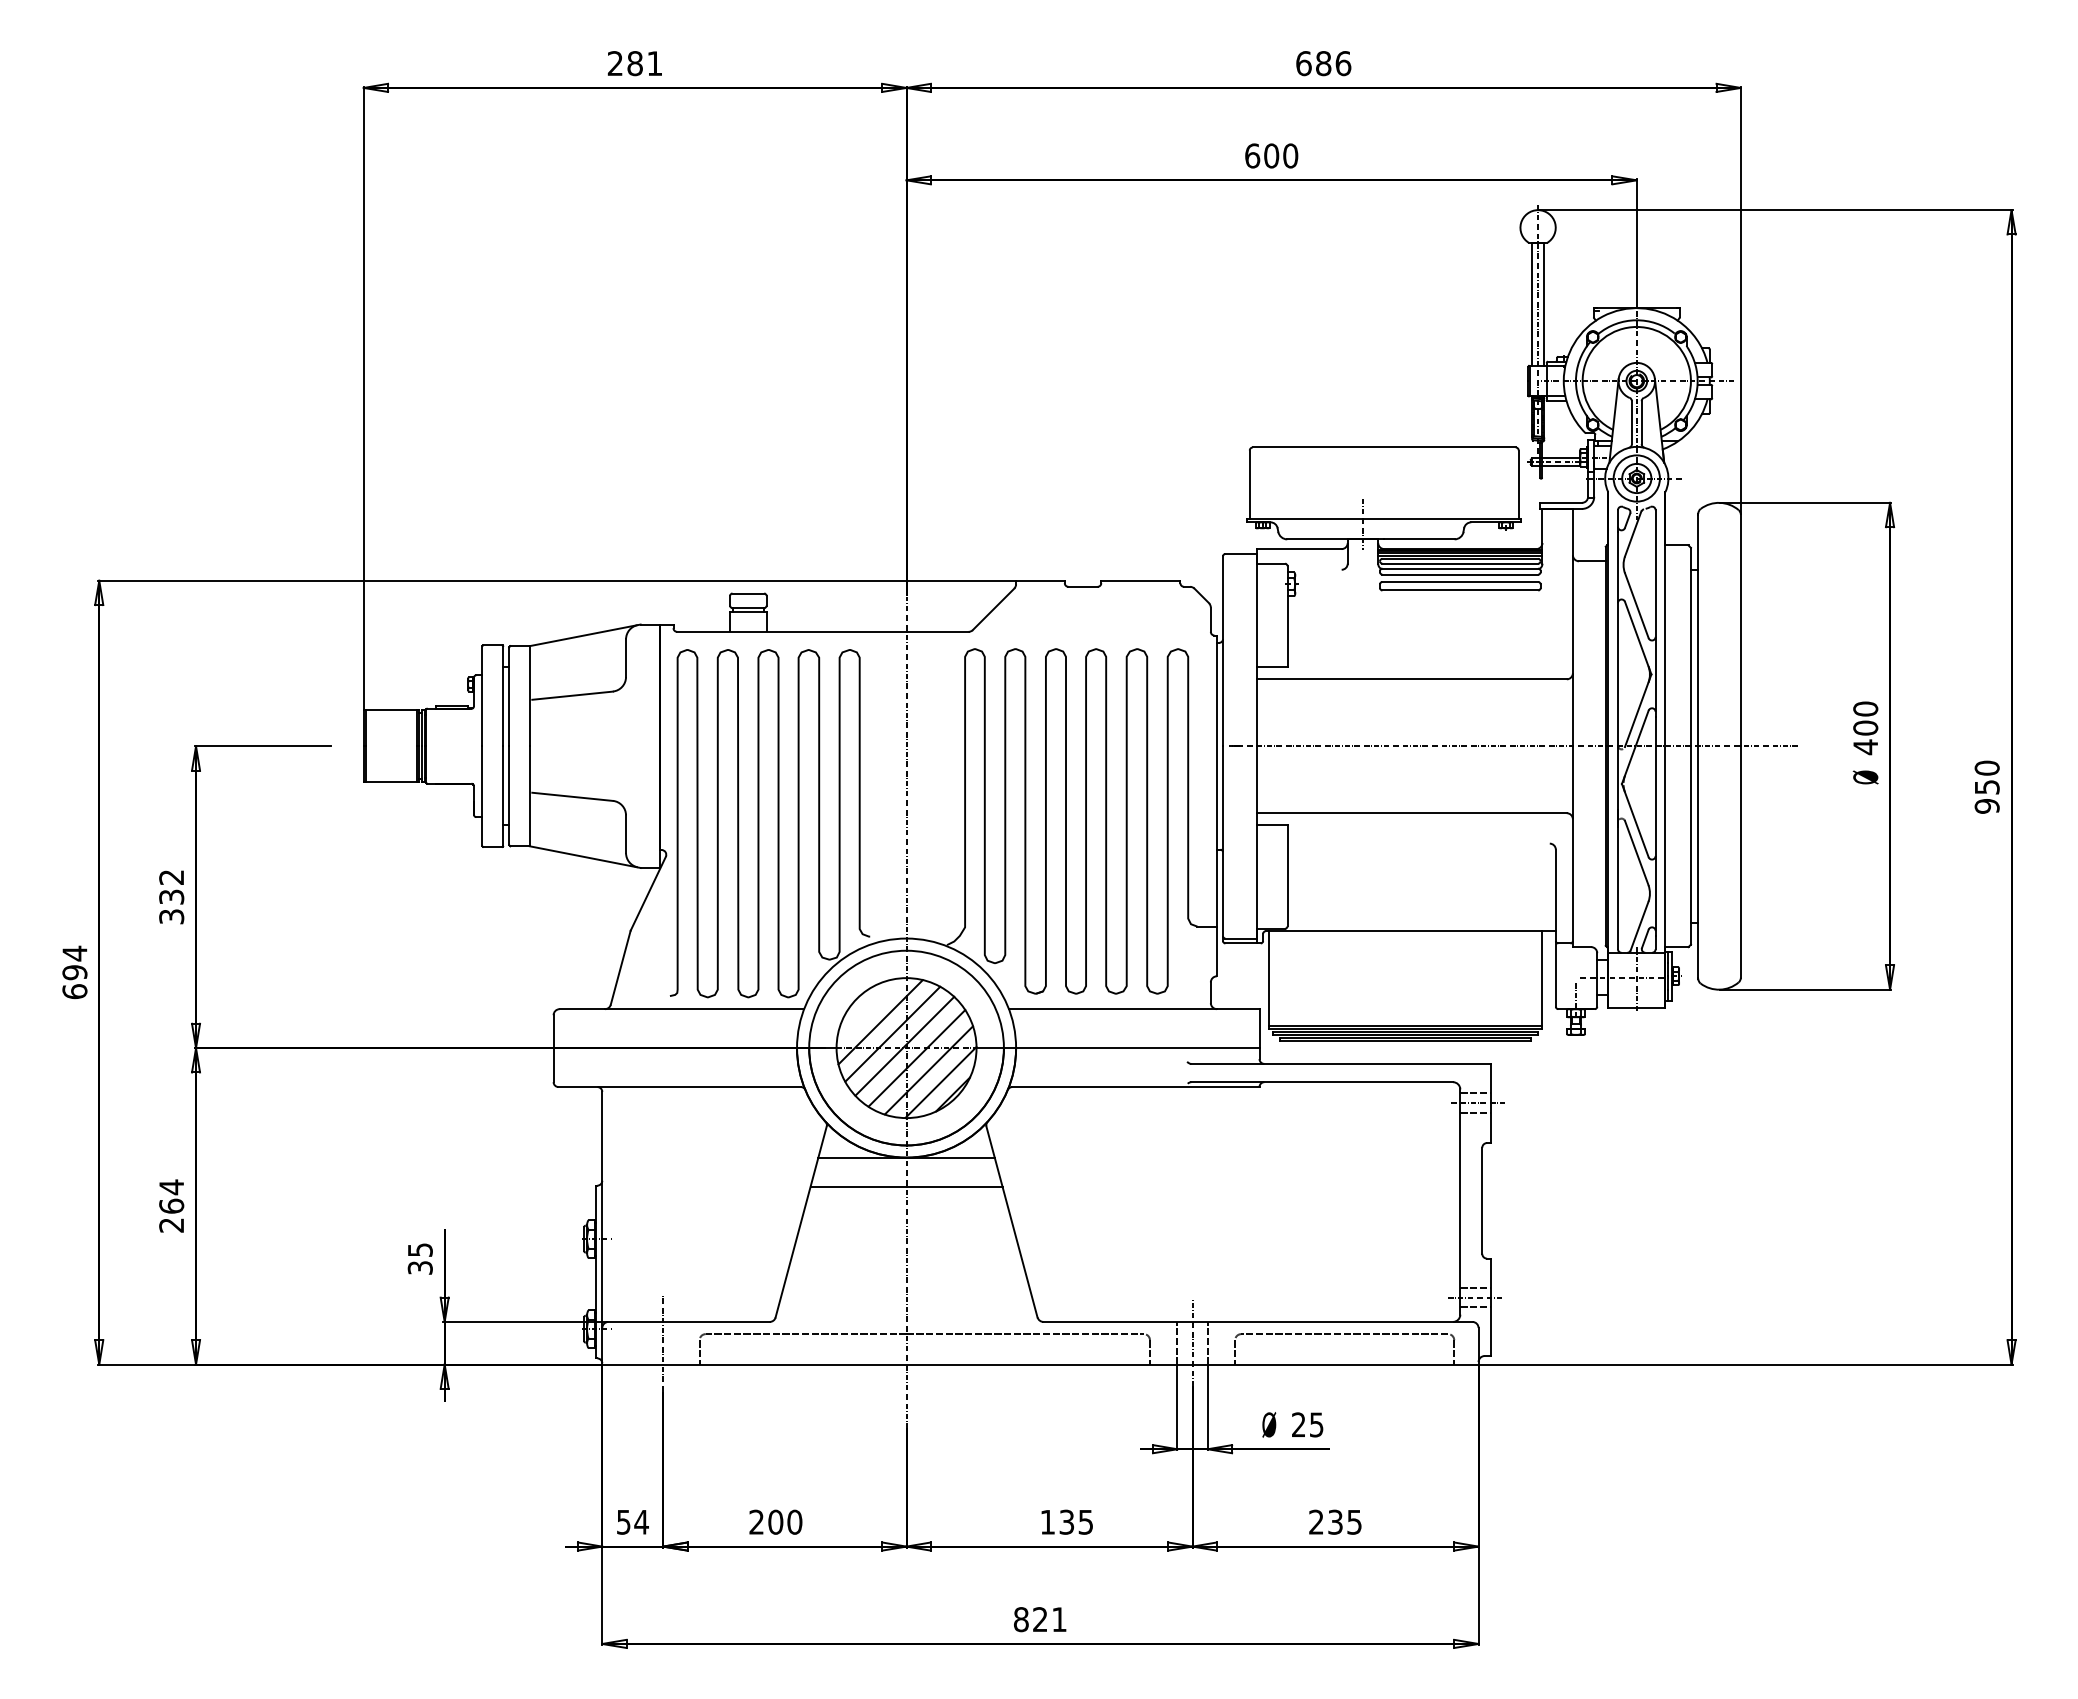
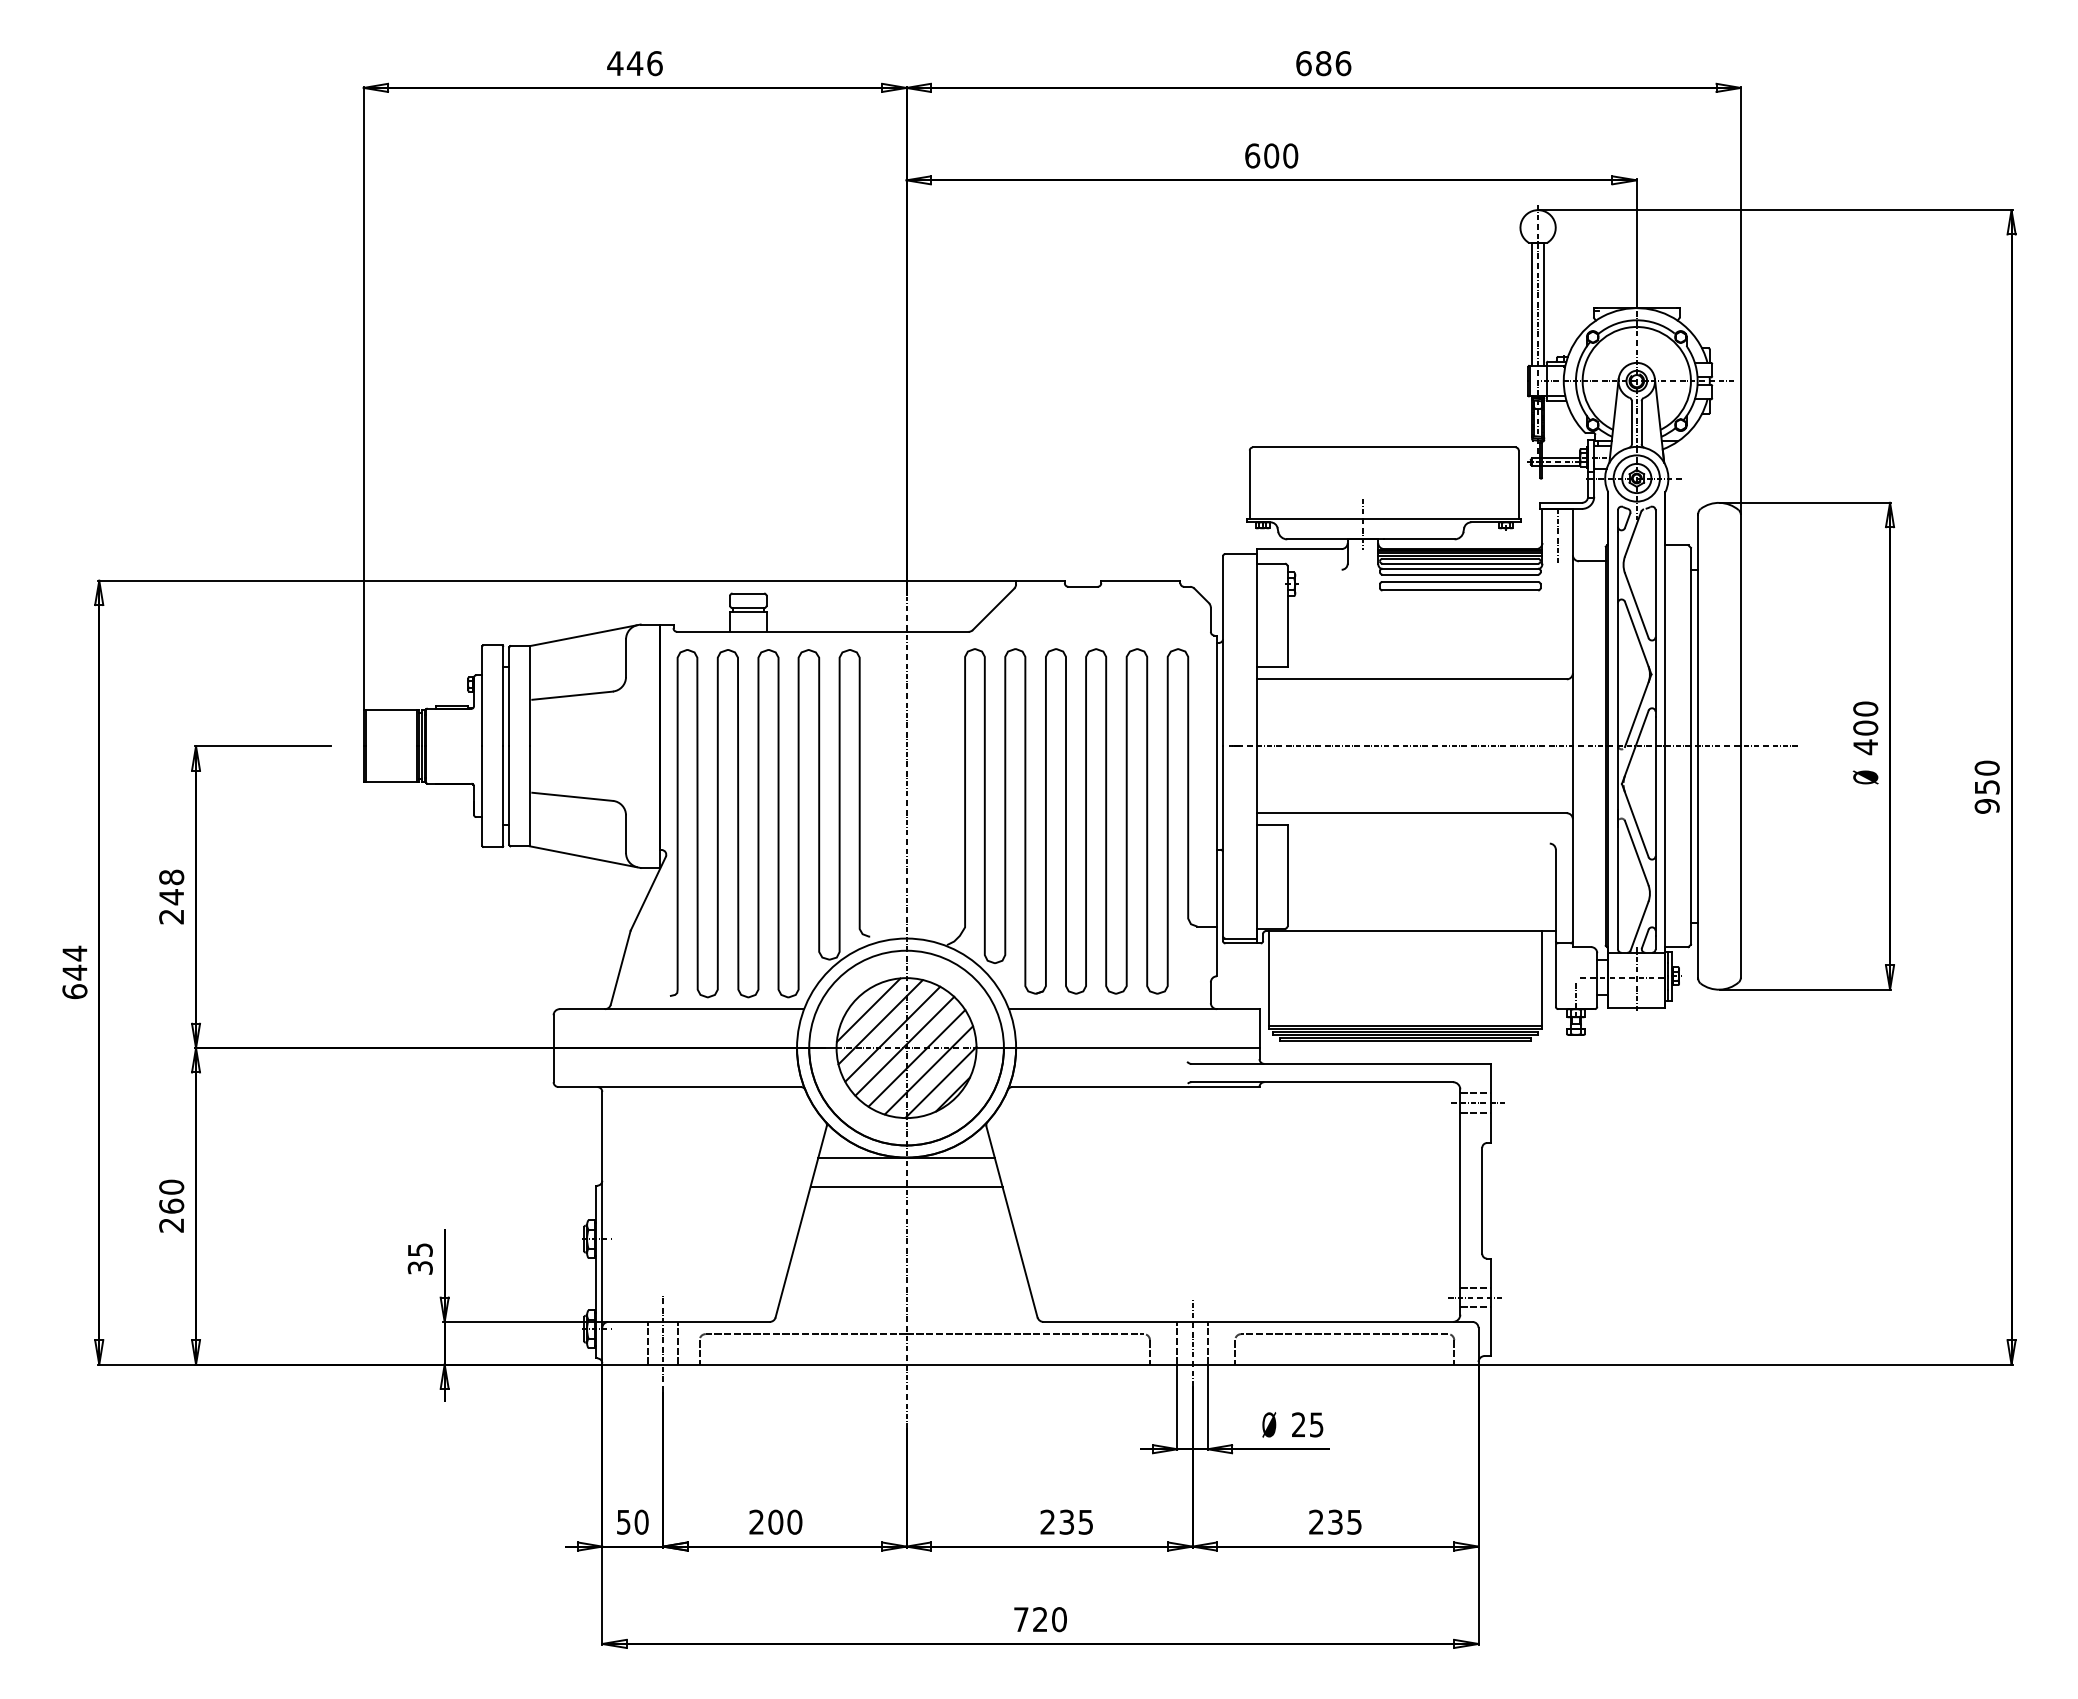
text at (634, 63): 281 -> 446
line at (1557, 535): none -> present
text at (171, 896): 332 -> 248
text at (74, 972): 694 -> 644
line at (868, 1009): none -> present
text at (171, 1187): 264 -> 260
line at (647, 1342): none -> present
line at (678, 1342): none -> present
text at (641, 1521): 54 -> 50
text at (1047, 1521): 135 -> 235
text at (1040, 1619): 821 -> 720
